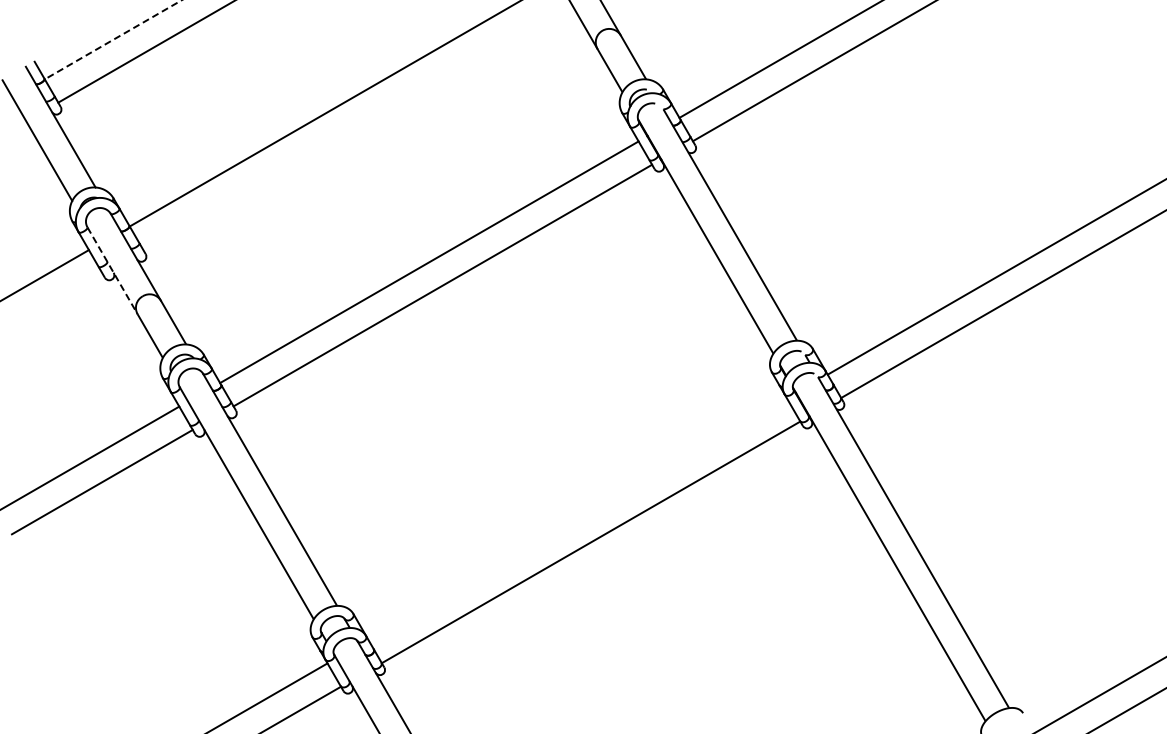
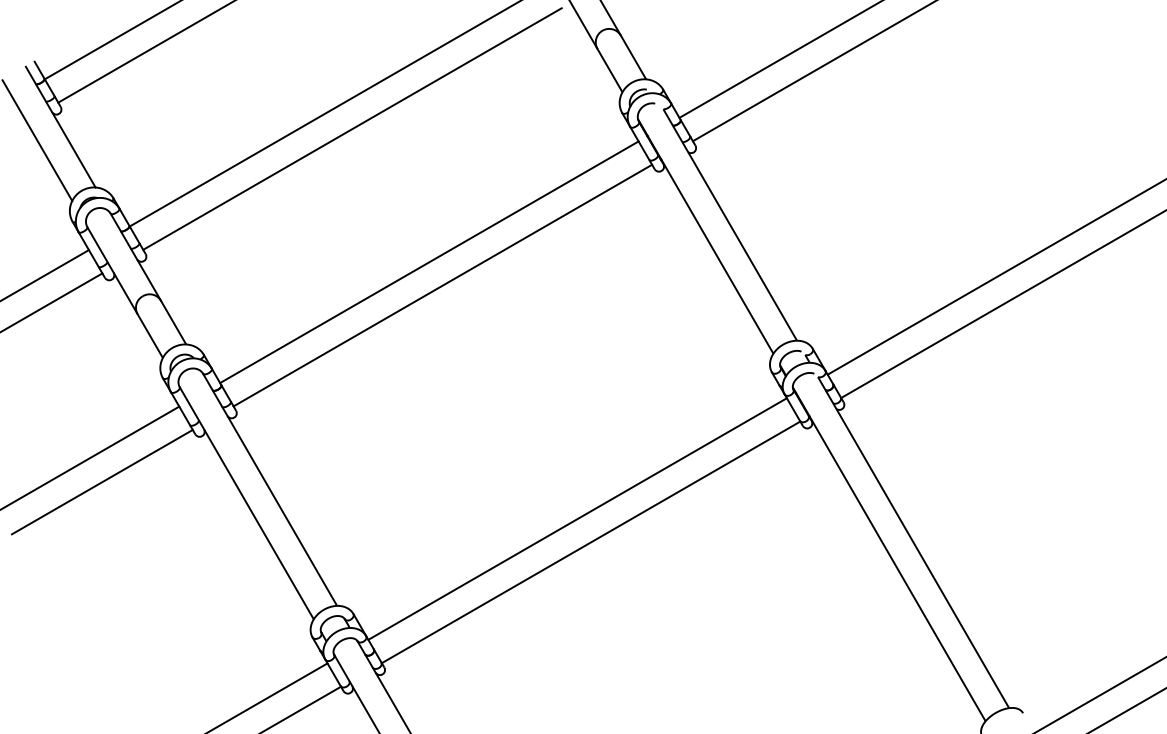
line at (113, 39): dashed -> solid
line at (352, 128): none -> present
line at (112, 270): dashed -> solid
line at (52, 301): none -> present
line at (577, 518): none -> present
